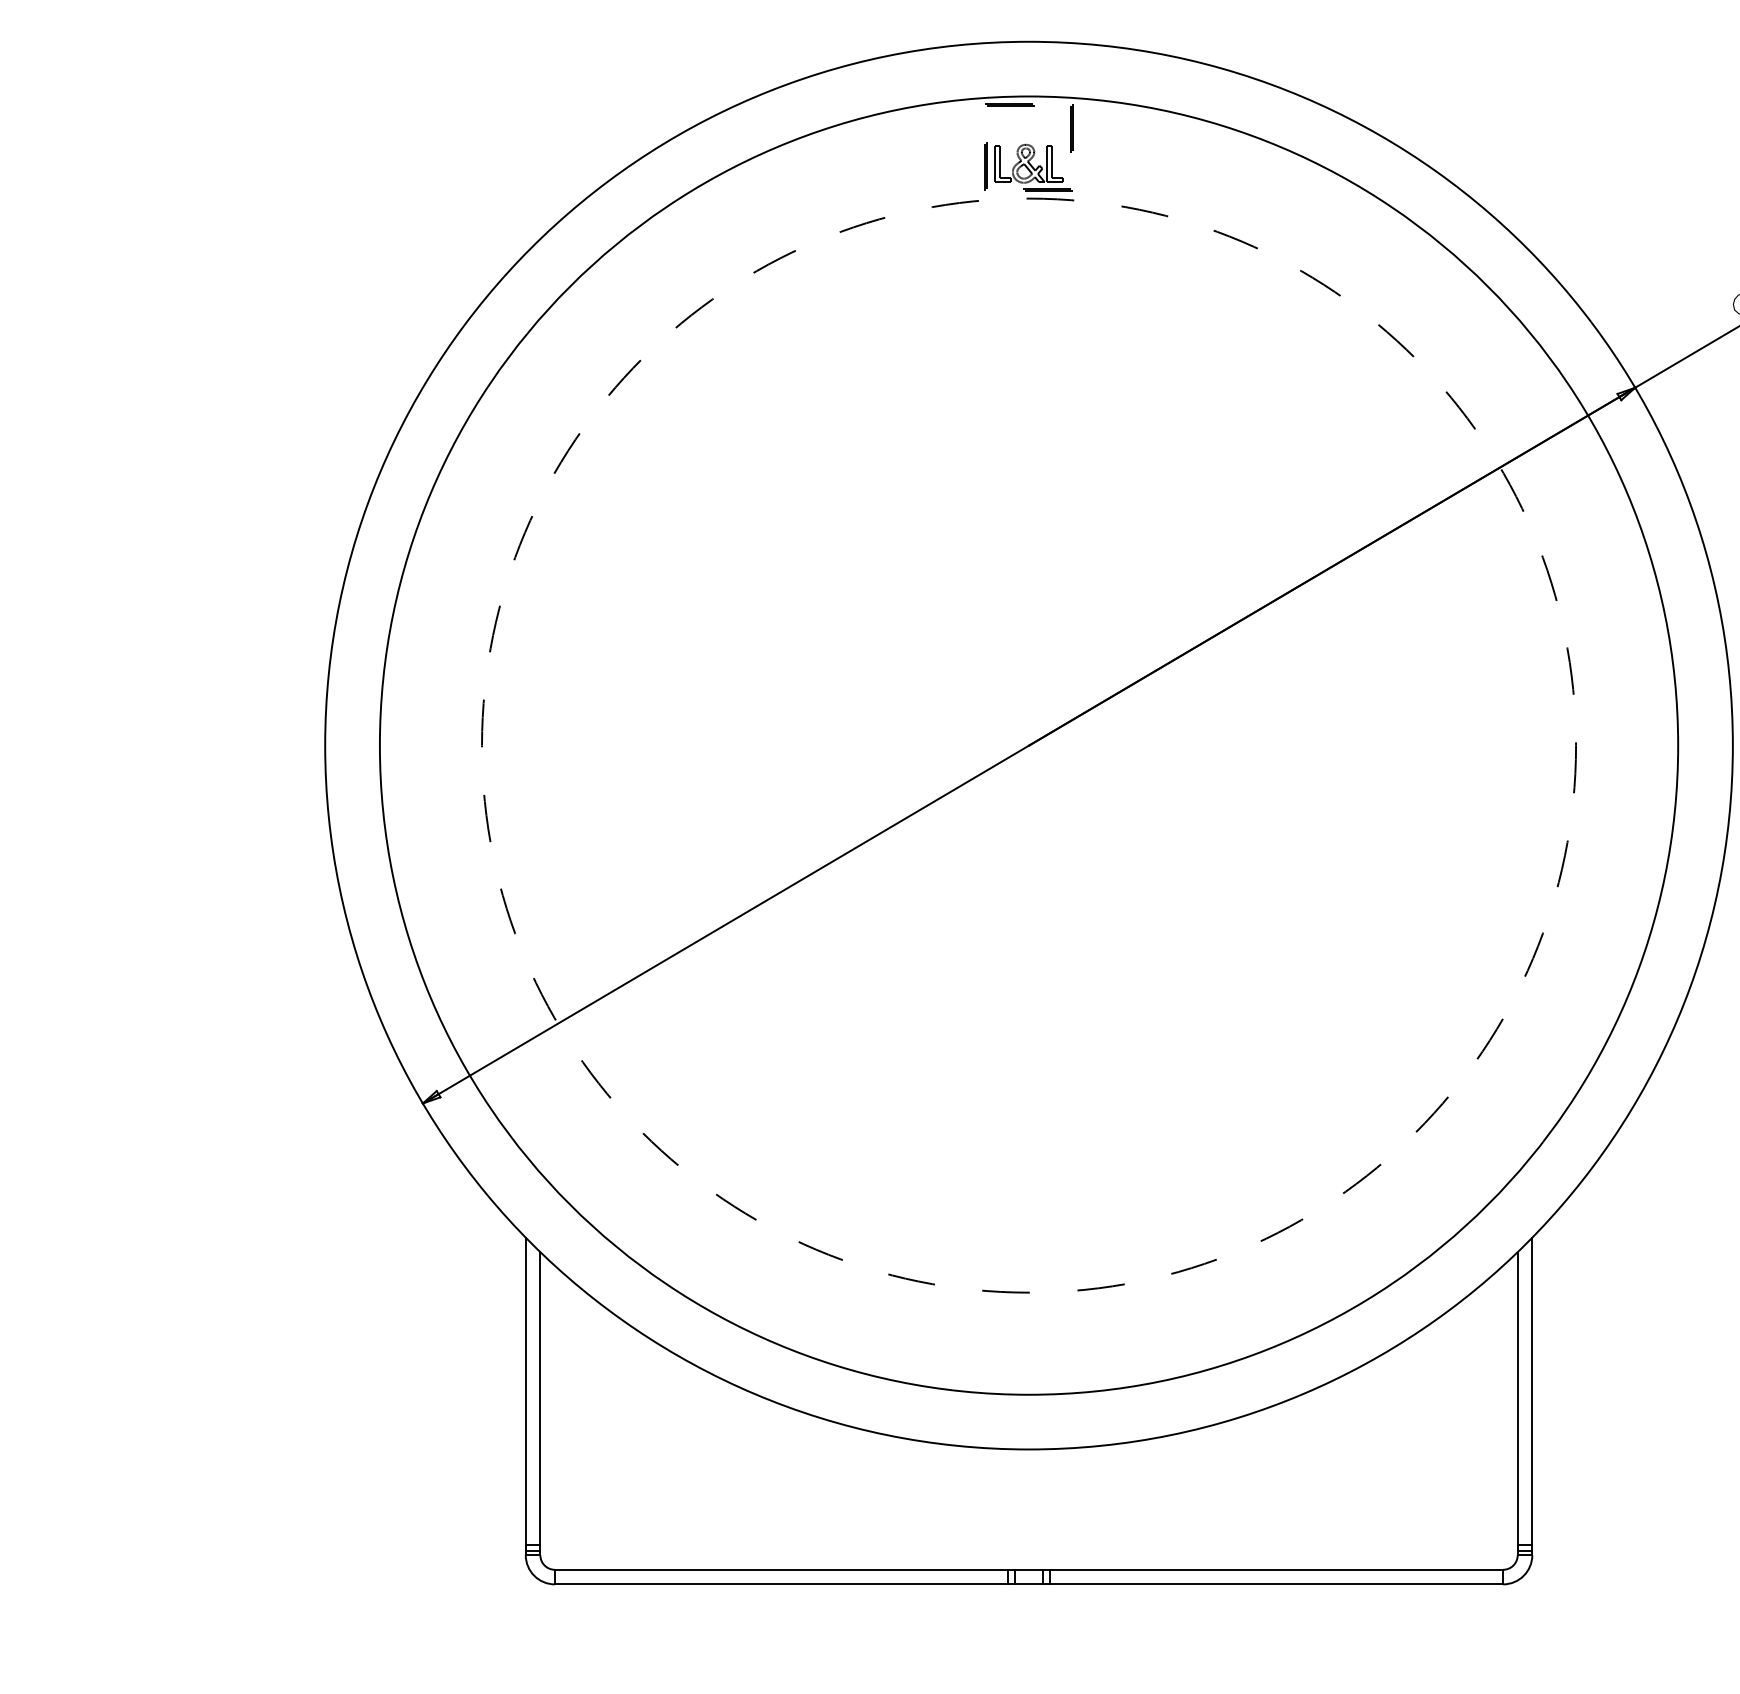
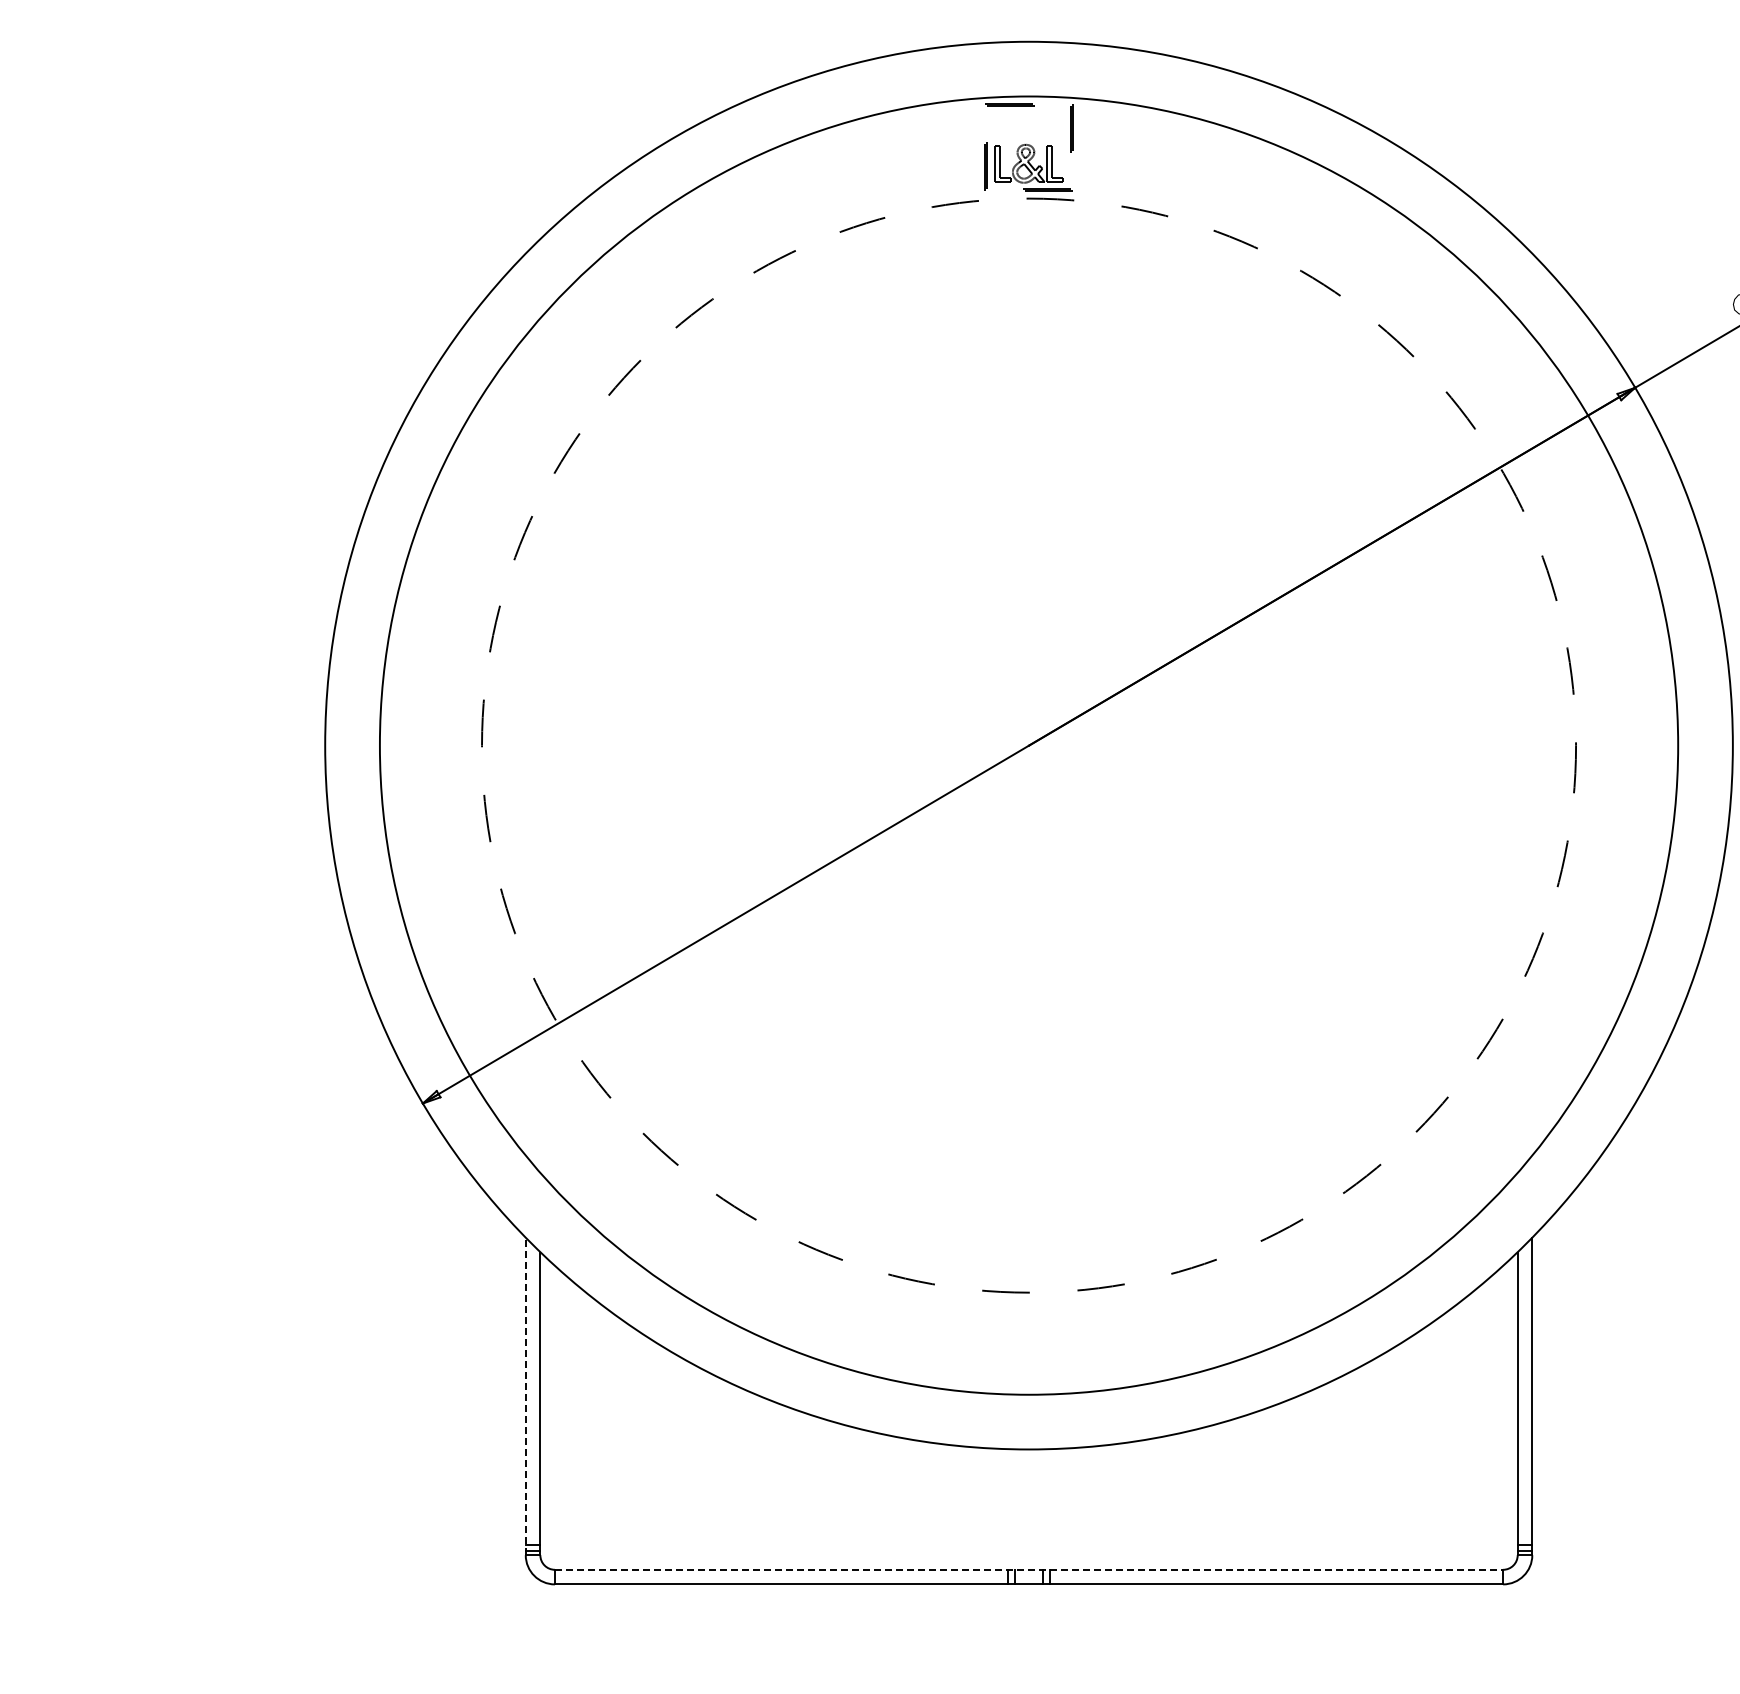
line at (525, 1396): solid -> dashed
line at (1029, 1569): solid -> dashed
